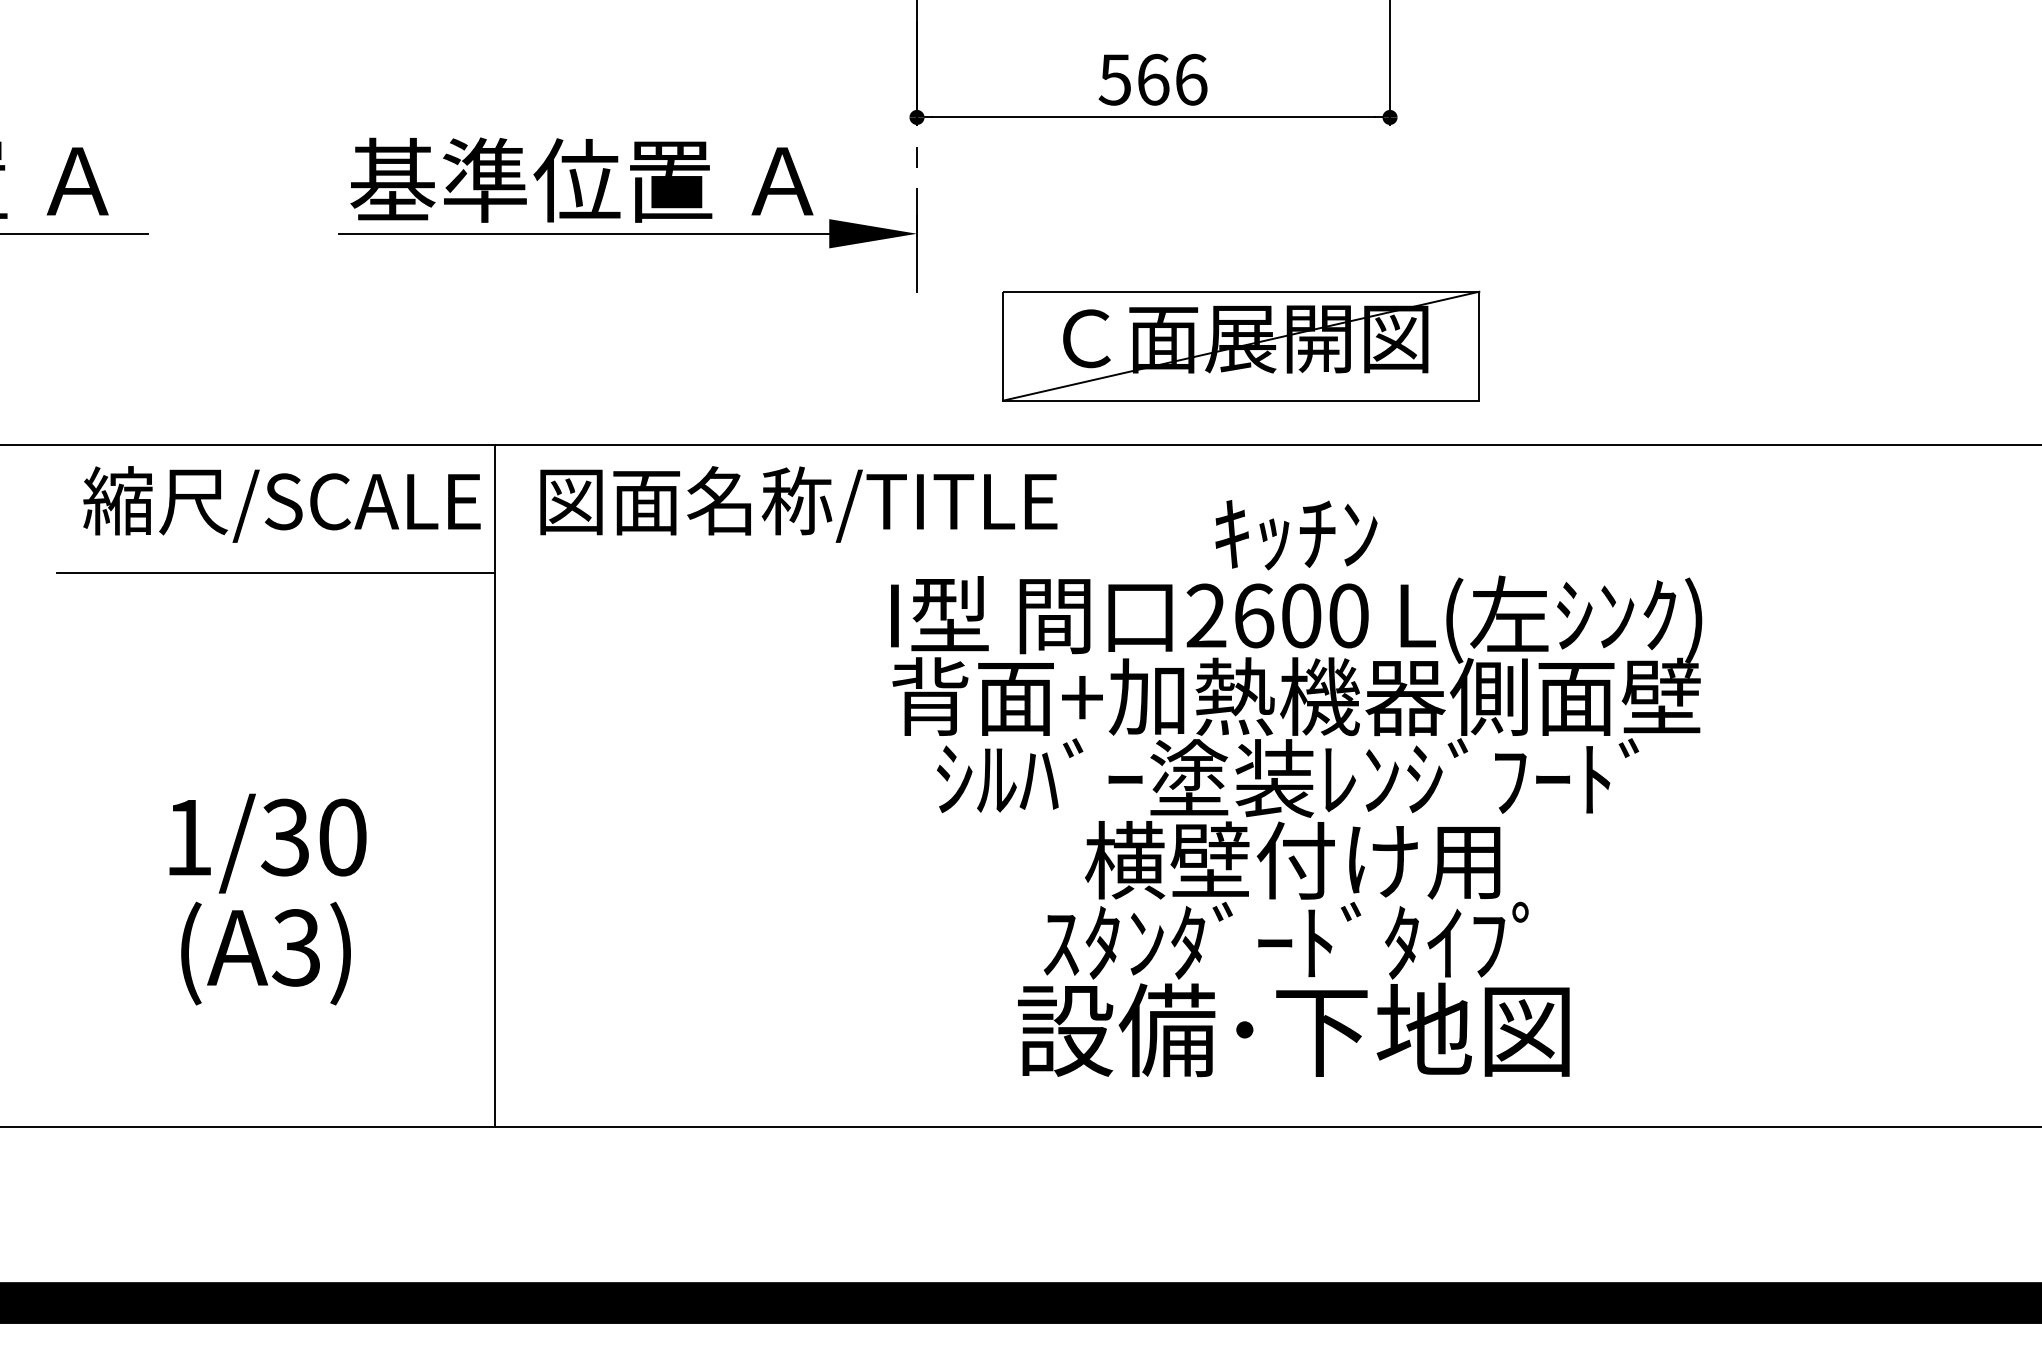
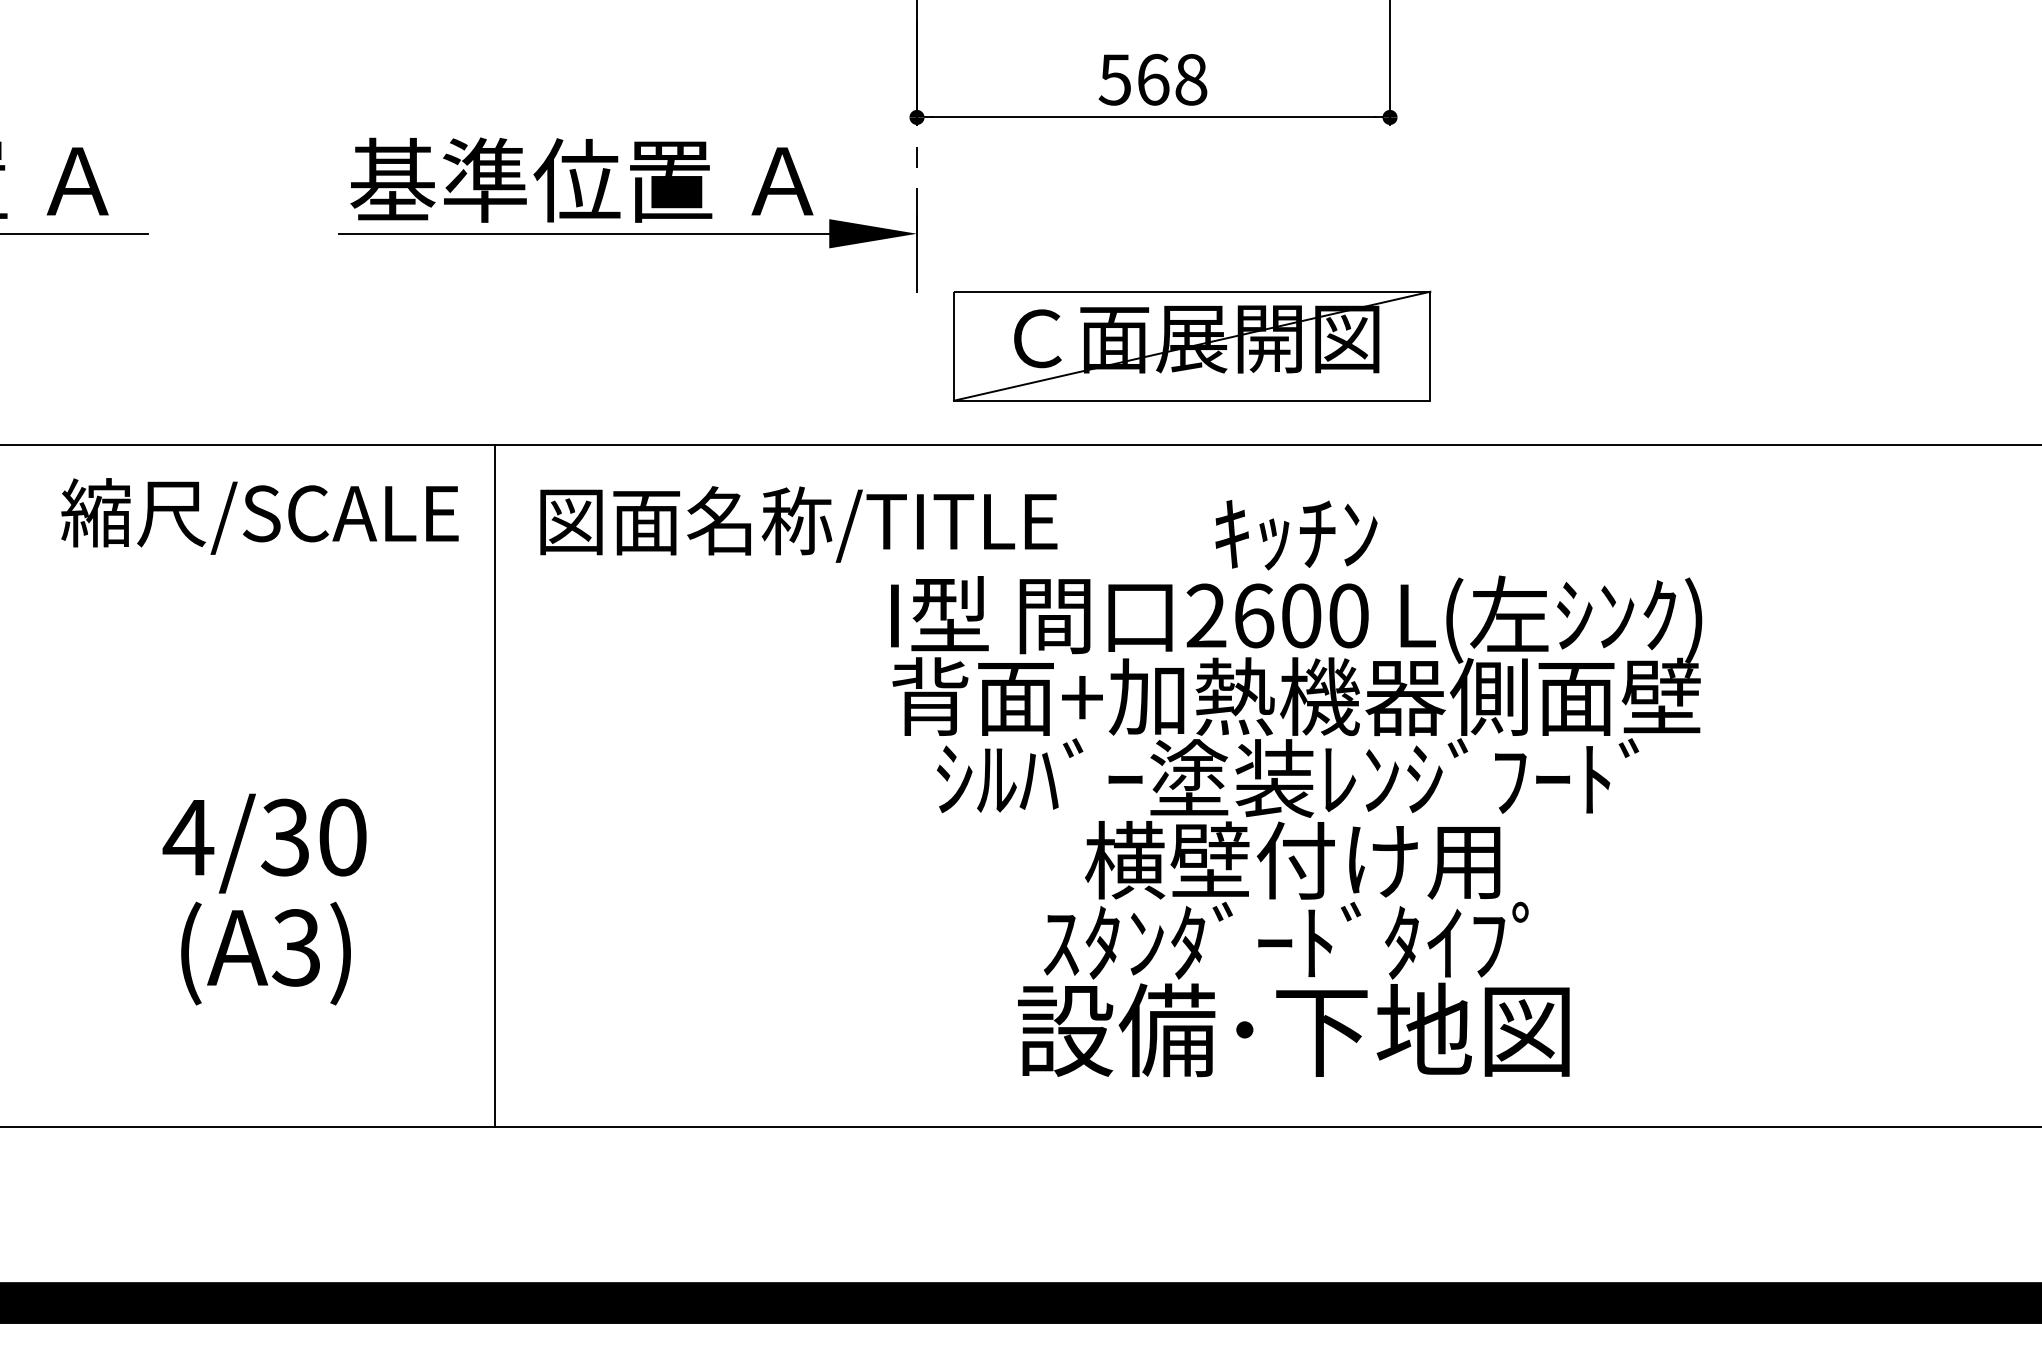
text at (1191, 79): 566 -> 568
part at (1241, 345) position: (1241, 345) -> (1192, 345)
text at (281, 504) position: (281, 504) -> (259, 516)
text at (798, 504) position: (798, 504) -> (798, 524)
line at (275, 573): present -> none
text at (188, 837): 1/30 -> 4/30
